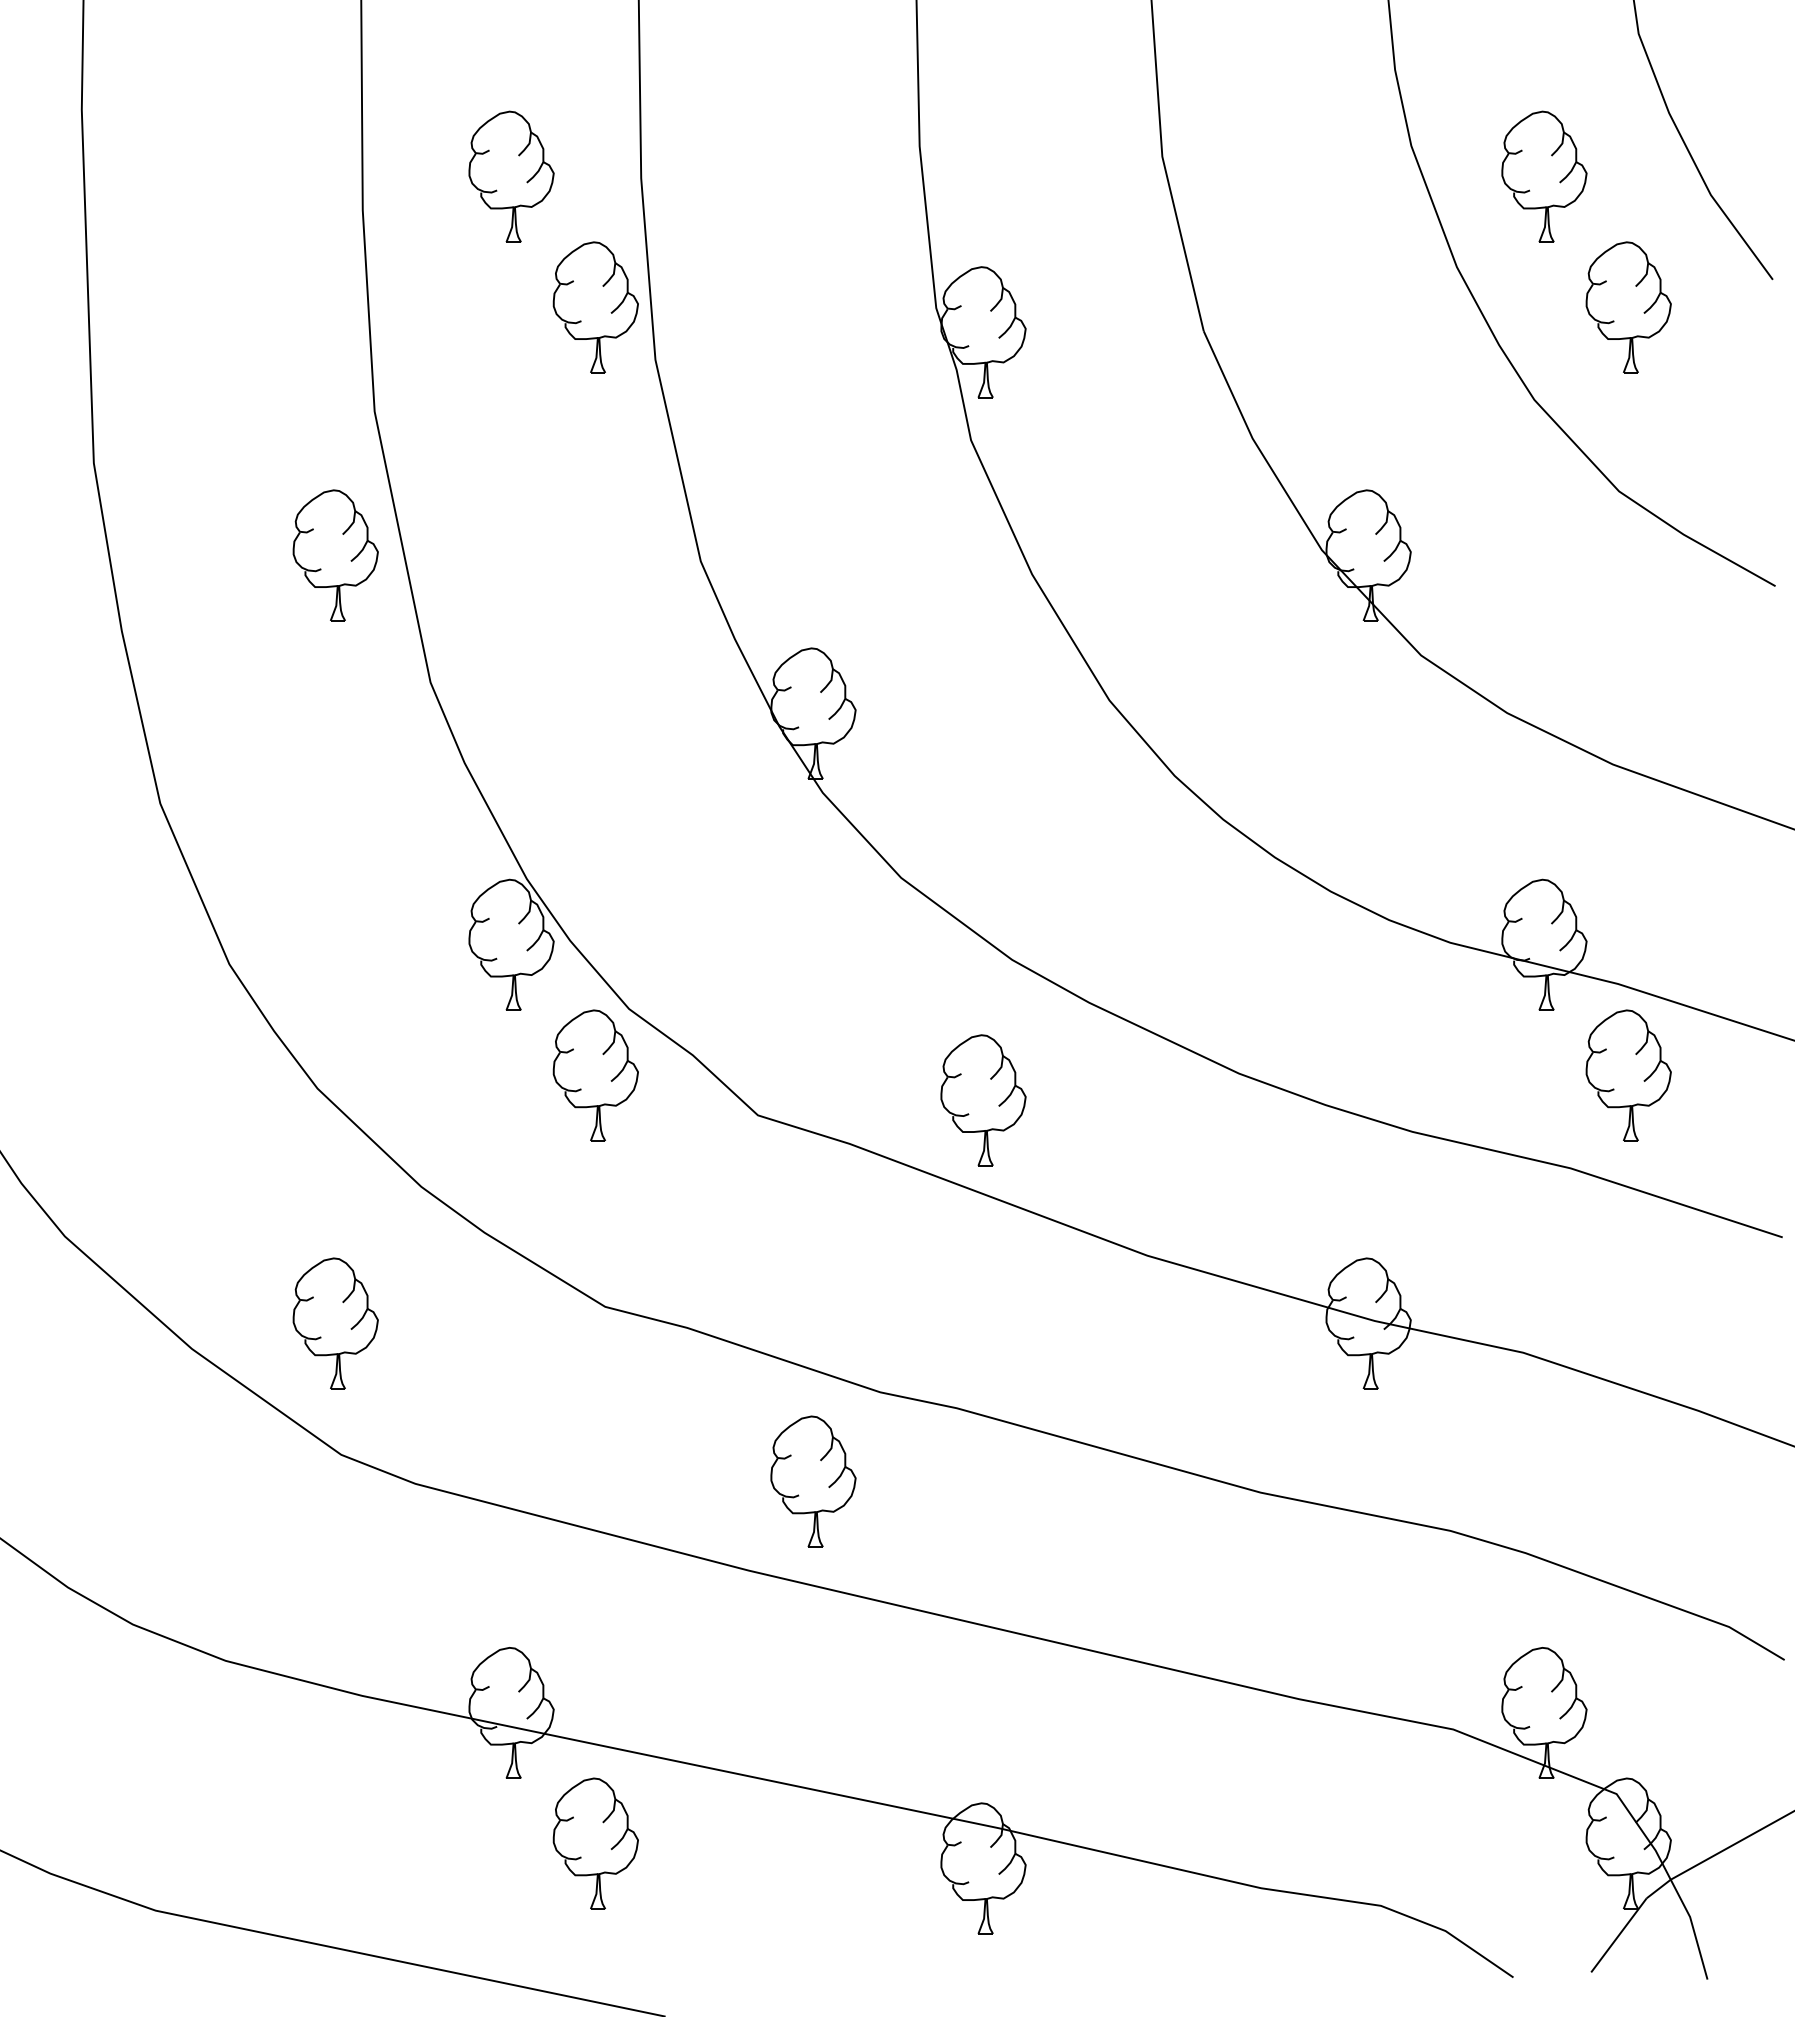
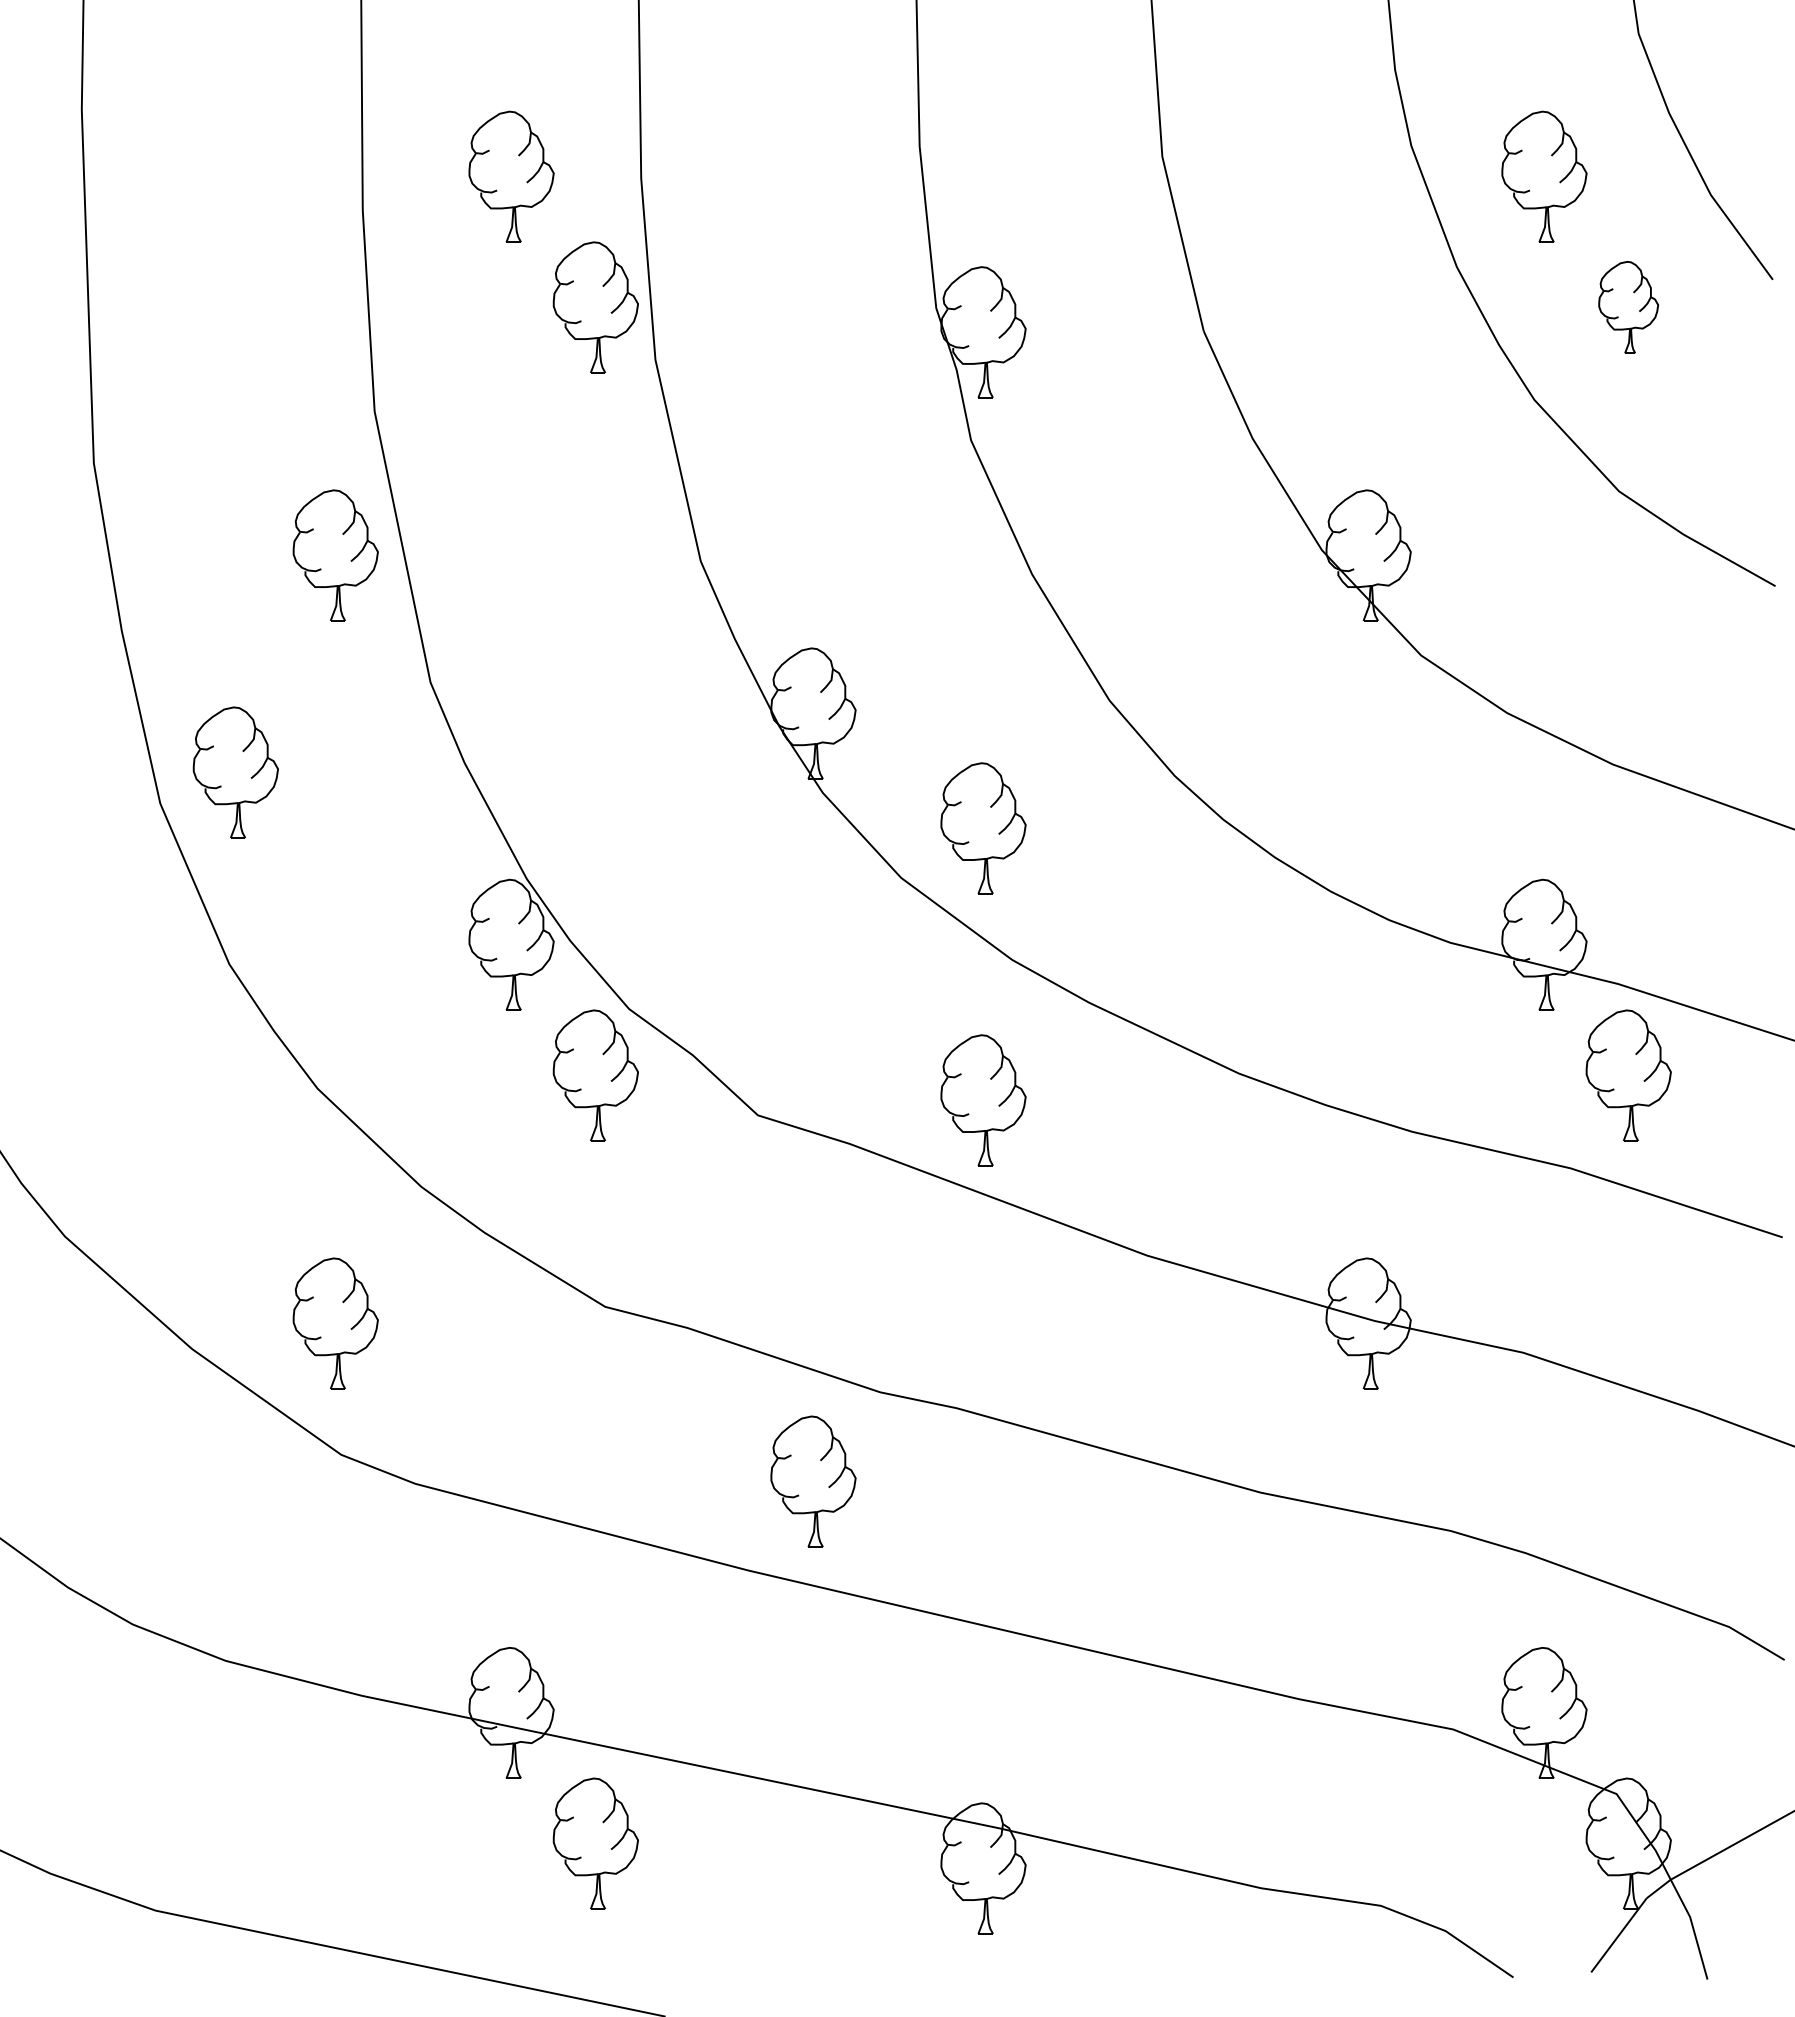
part at (1628, 307) size: 87x133 px -> 62x93 px
part at (235, 772): none -> present
part at (983, 828): none -> present
